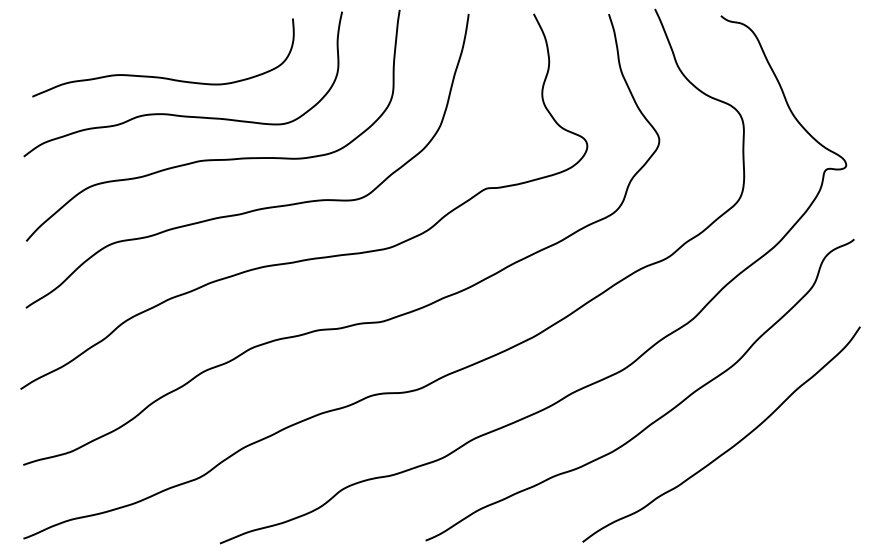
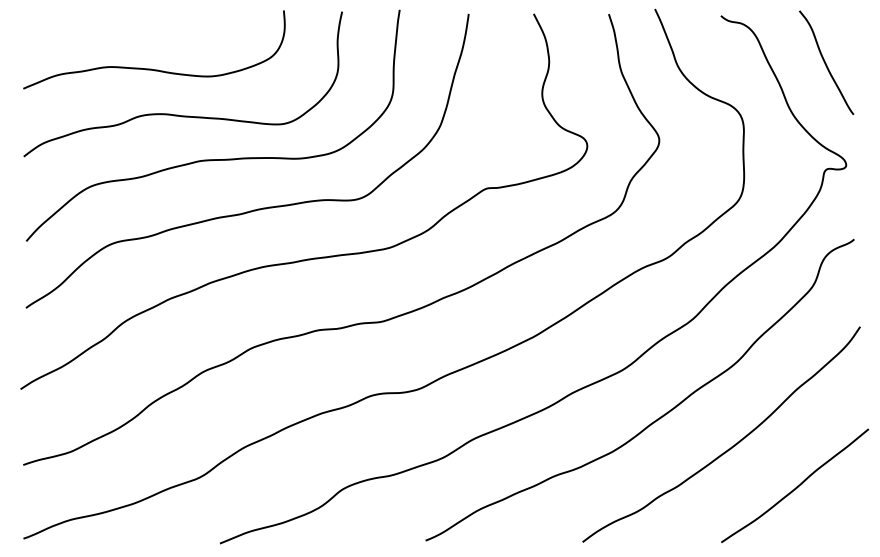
curve at (825, 62): none -> present
curve at (160, 76) position: (160, 76) -> (151, 68)
curve at (796, 486): none -> present
